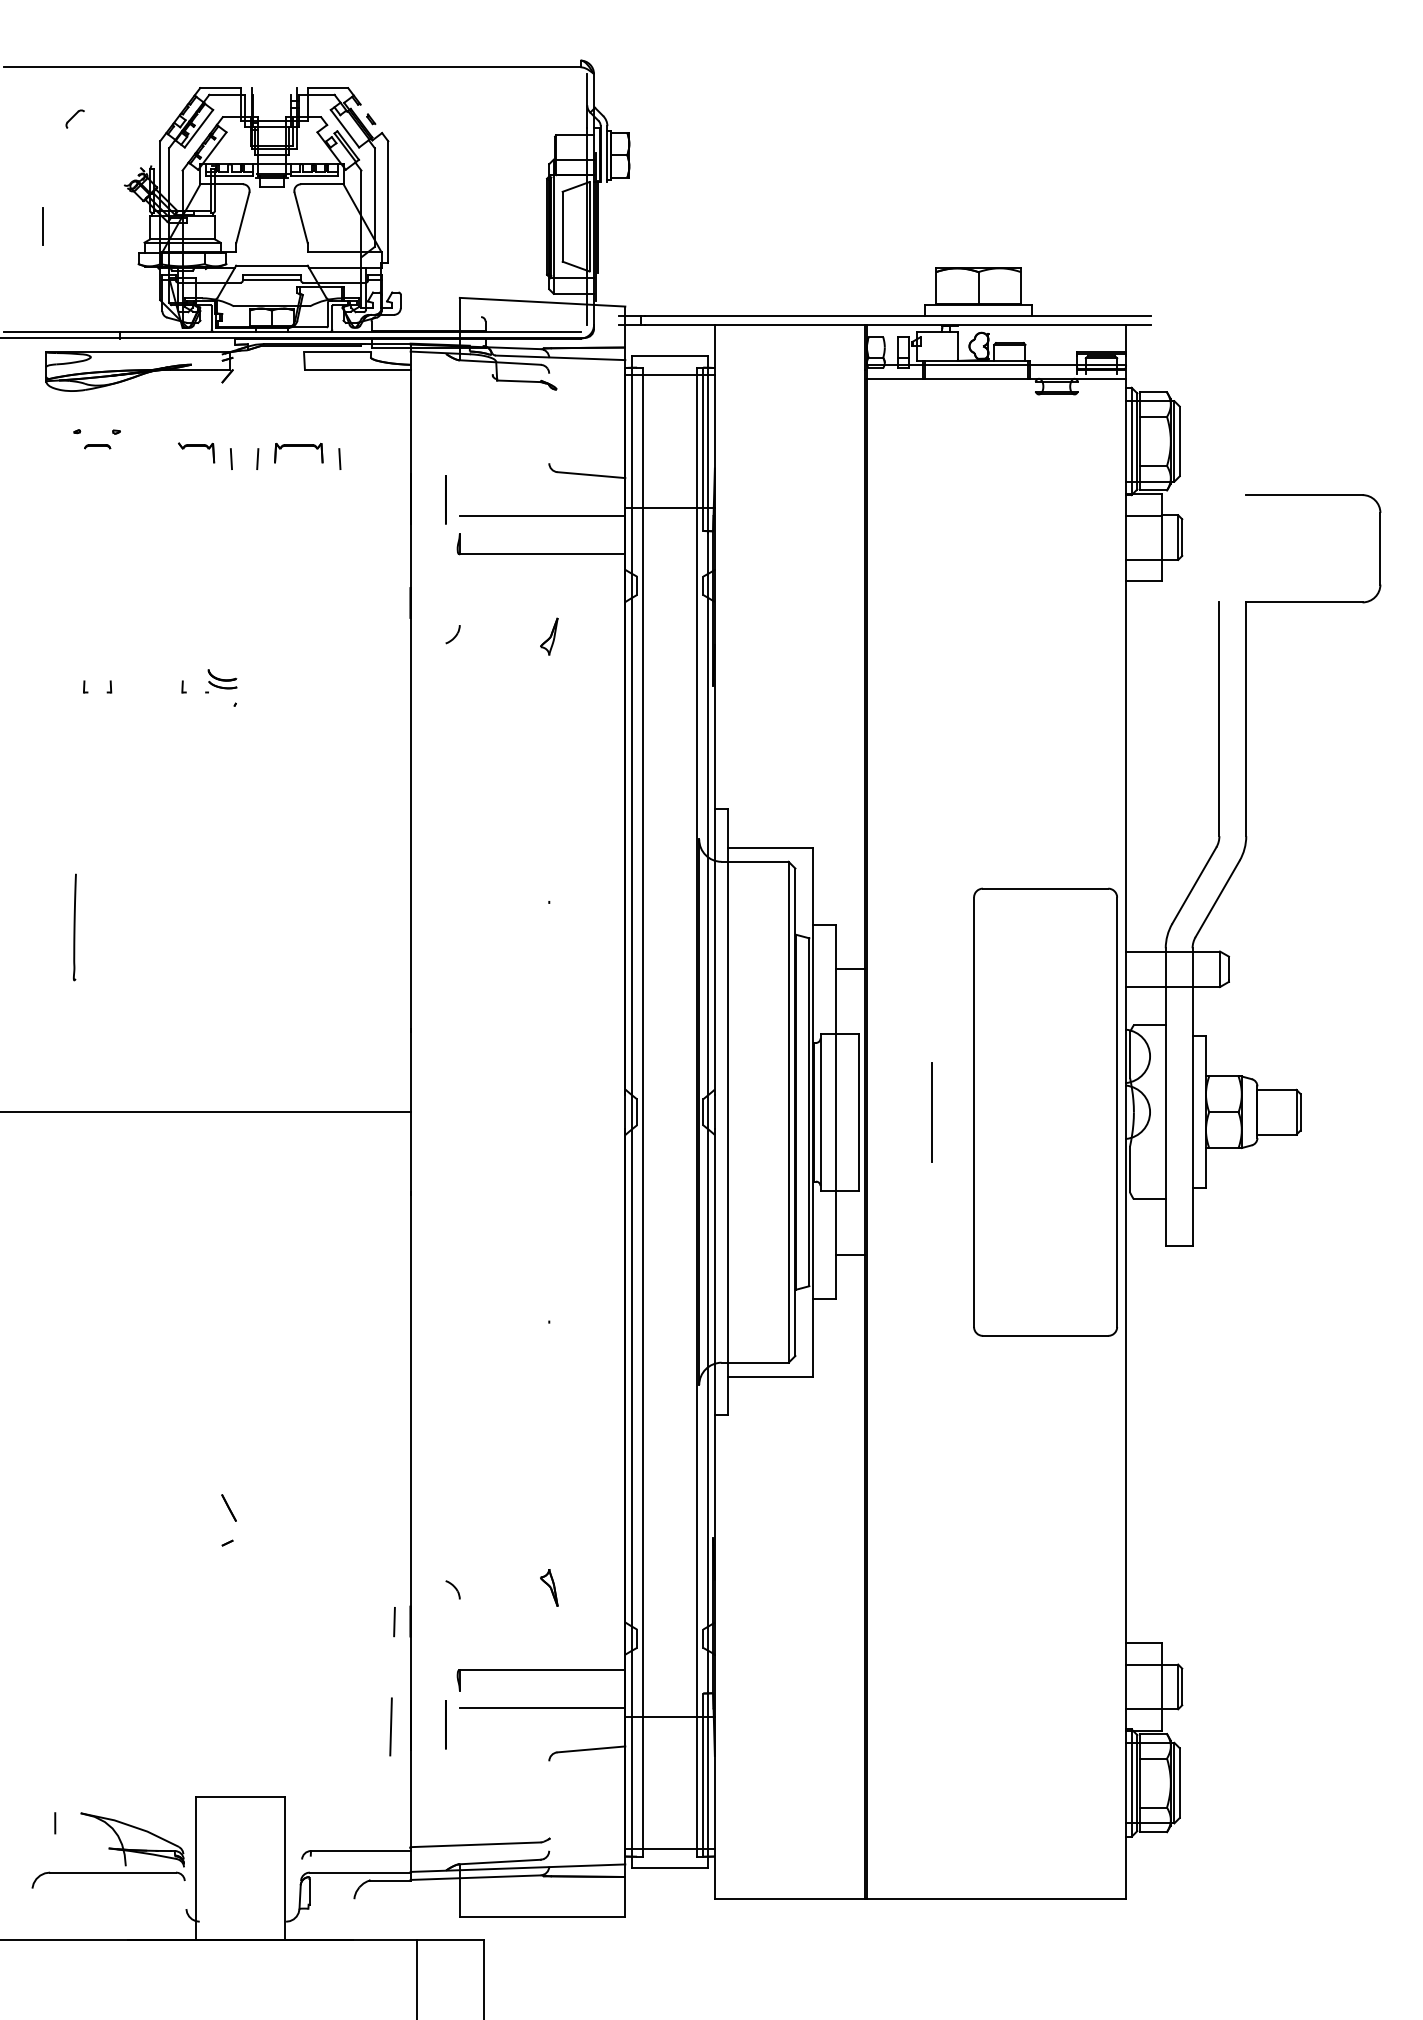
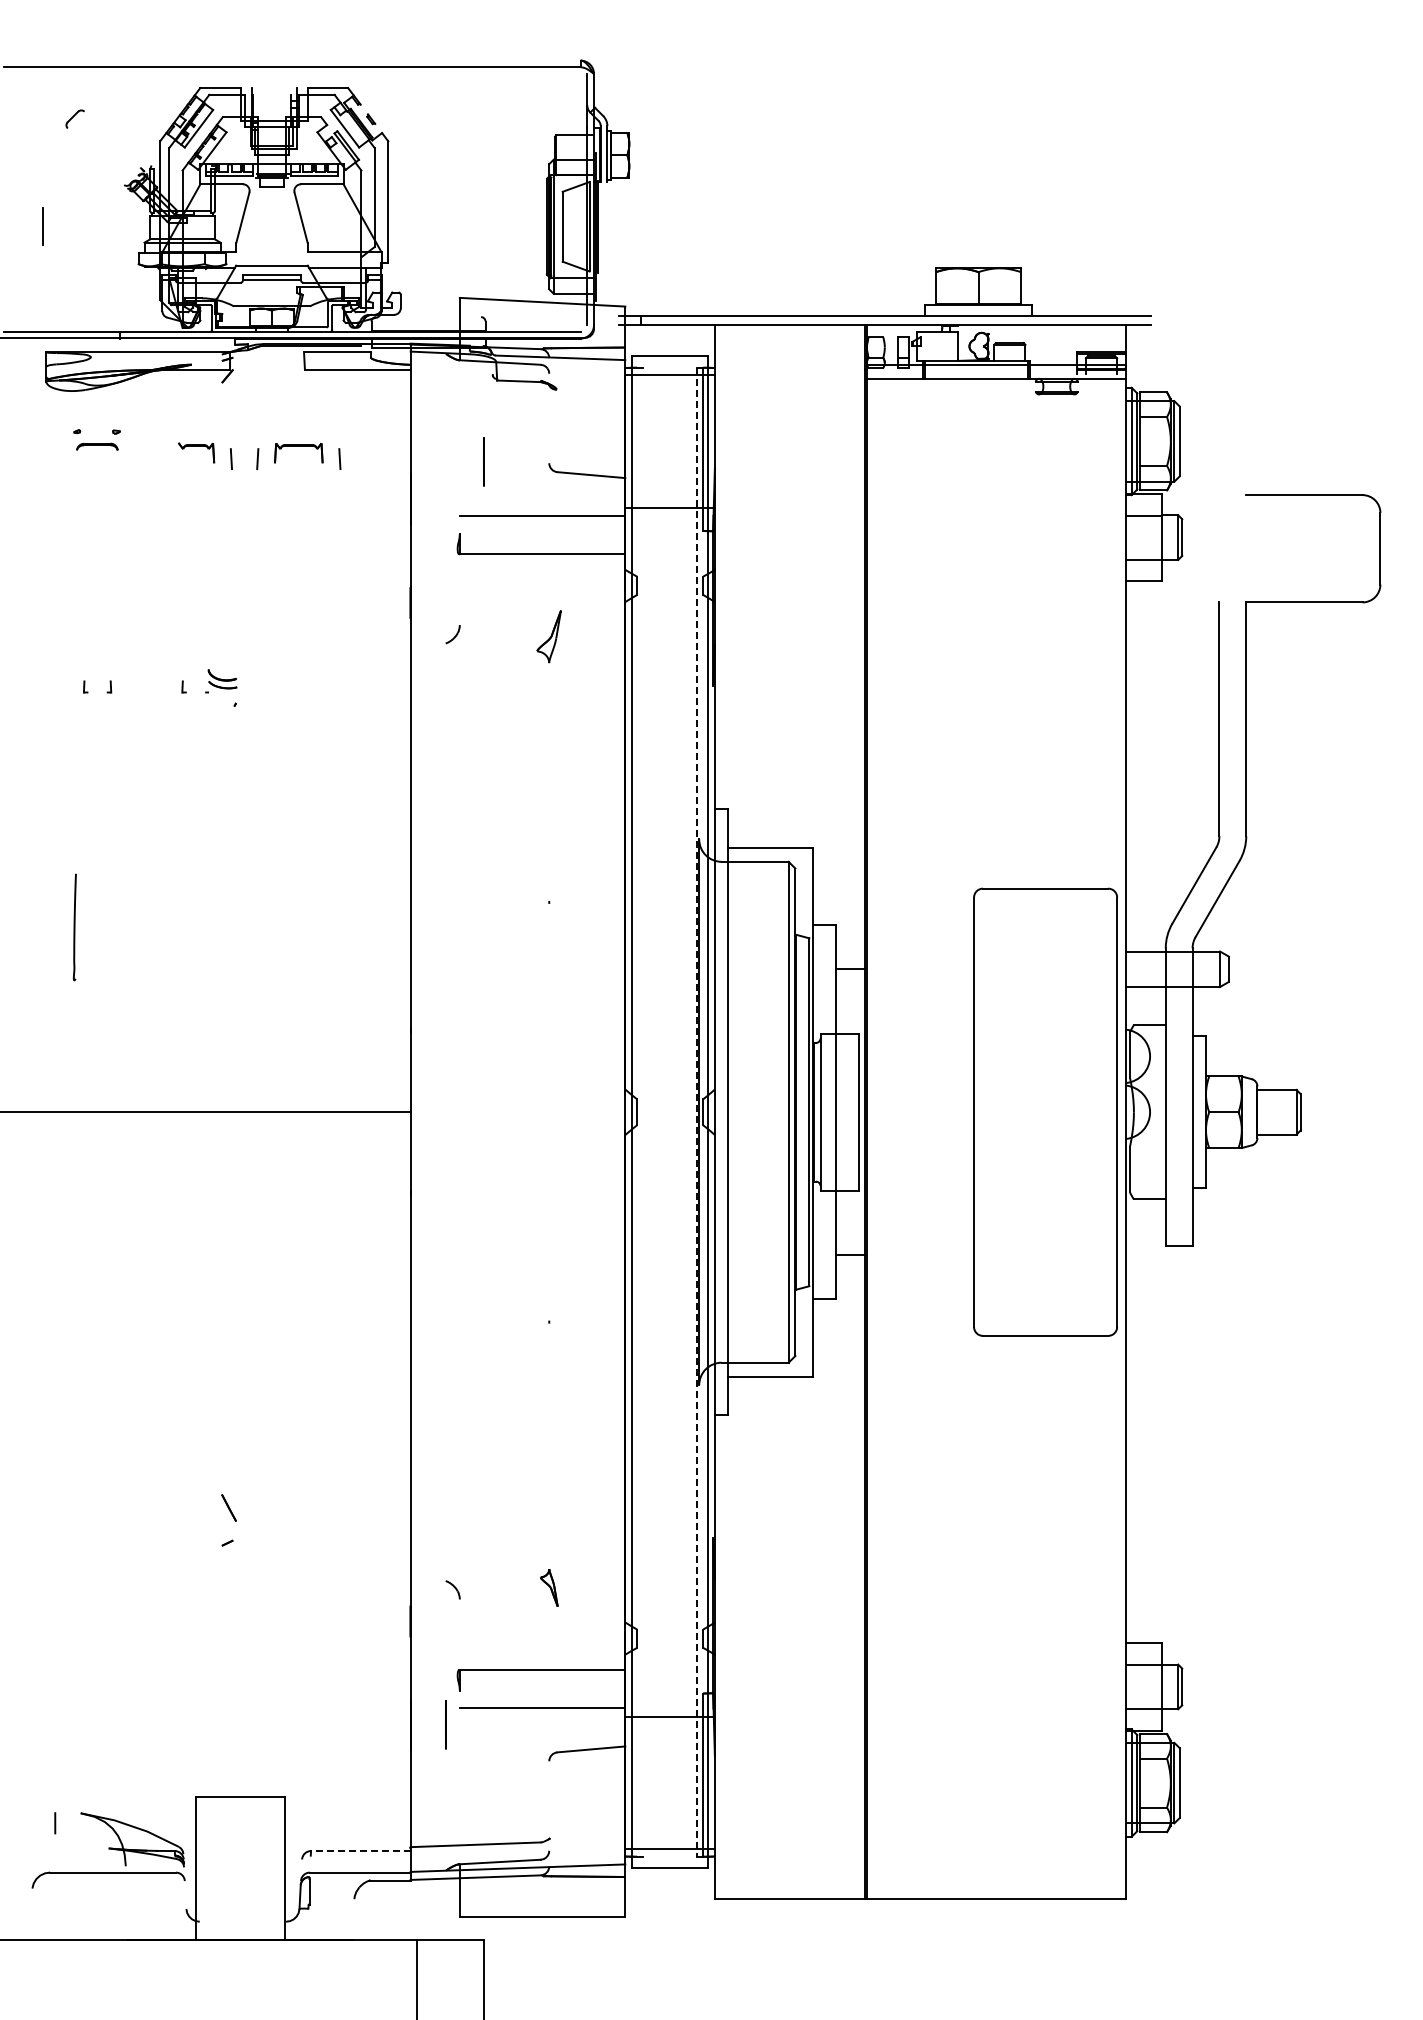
part at (97, 446) size: 28x6 px -> 43x9 px
line at (445, 499) position: (445, 499) -> (483, 461)
part at (549, 636) size: 19x39 px -> 26x54 px
line at (643, 1111): present -> none
line at (932, 1111): present -> none
line at (697, 1112): solid -> dashed
line at (394, 1621): present -> none
line at (390, 1726): present -> none
line at (360, 1851): solid -> dashed
